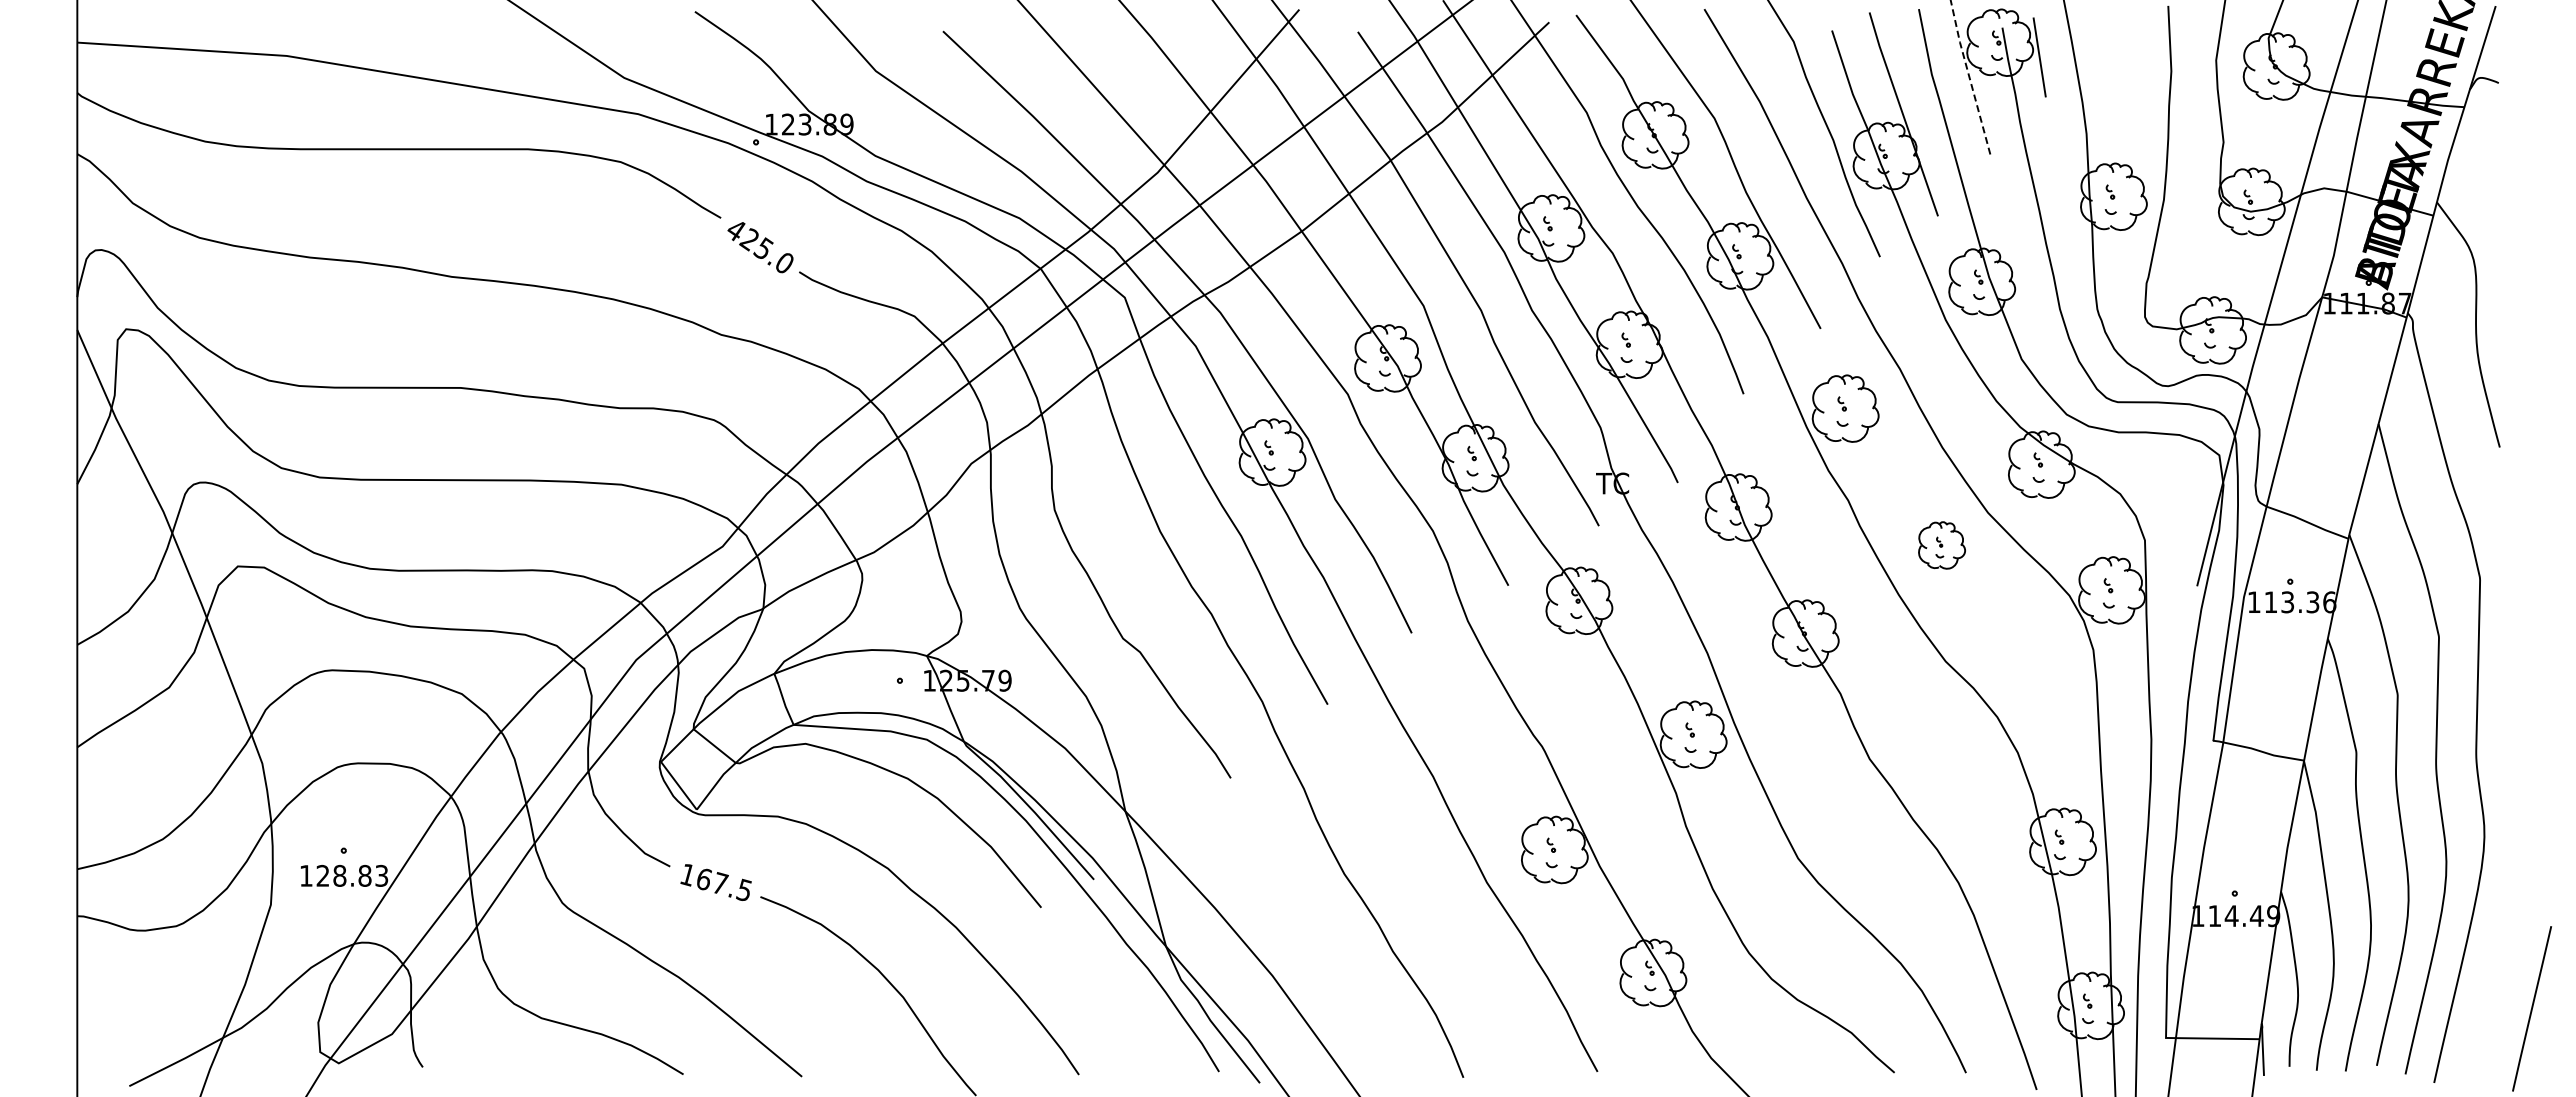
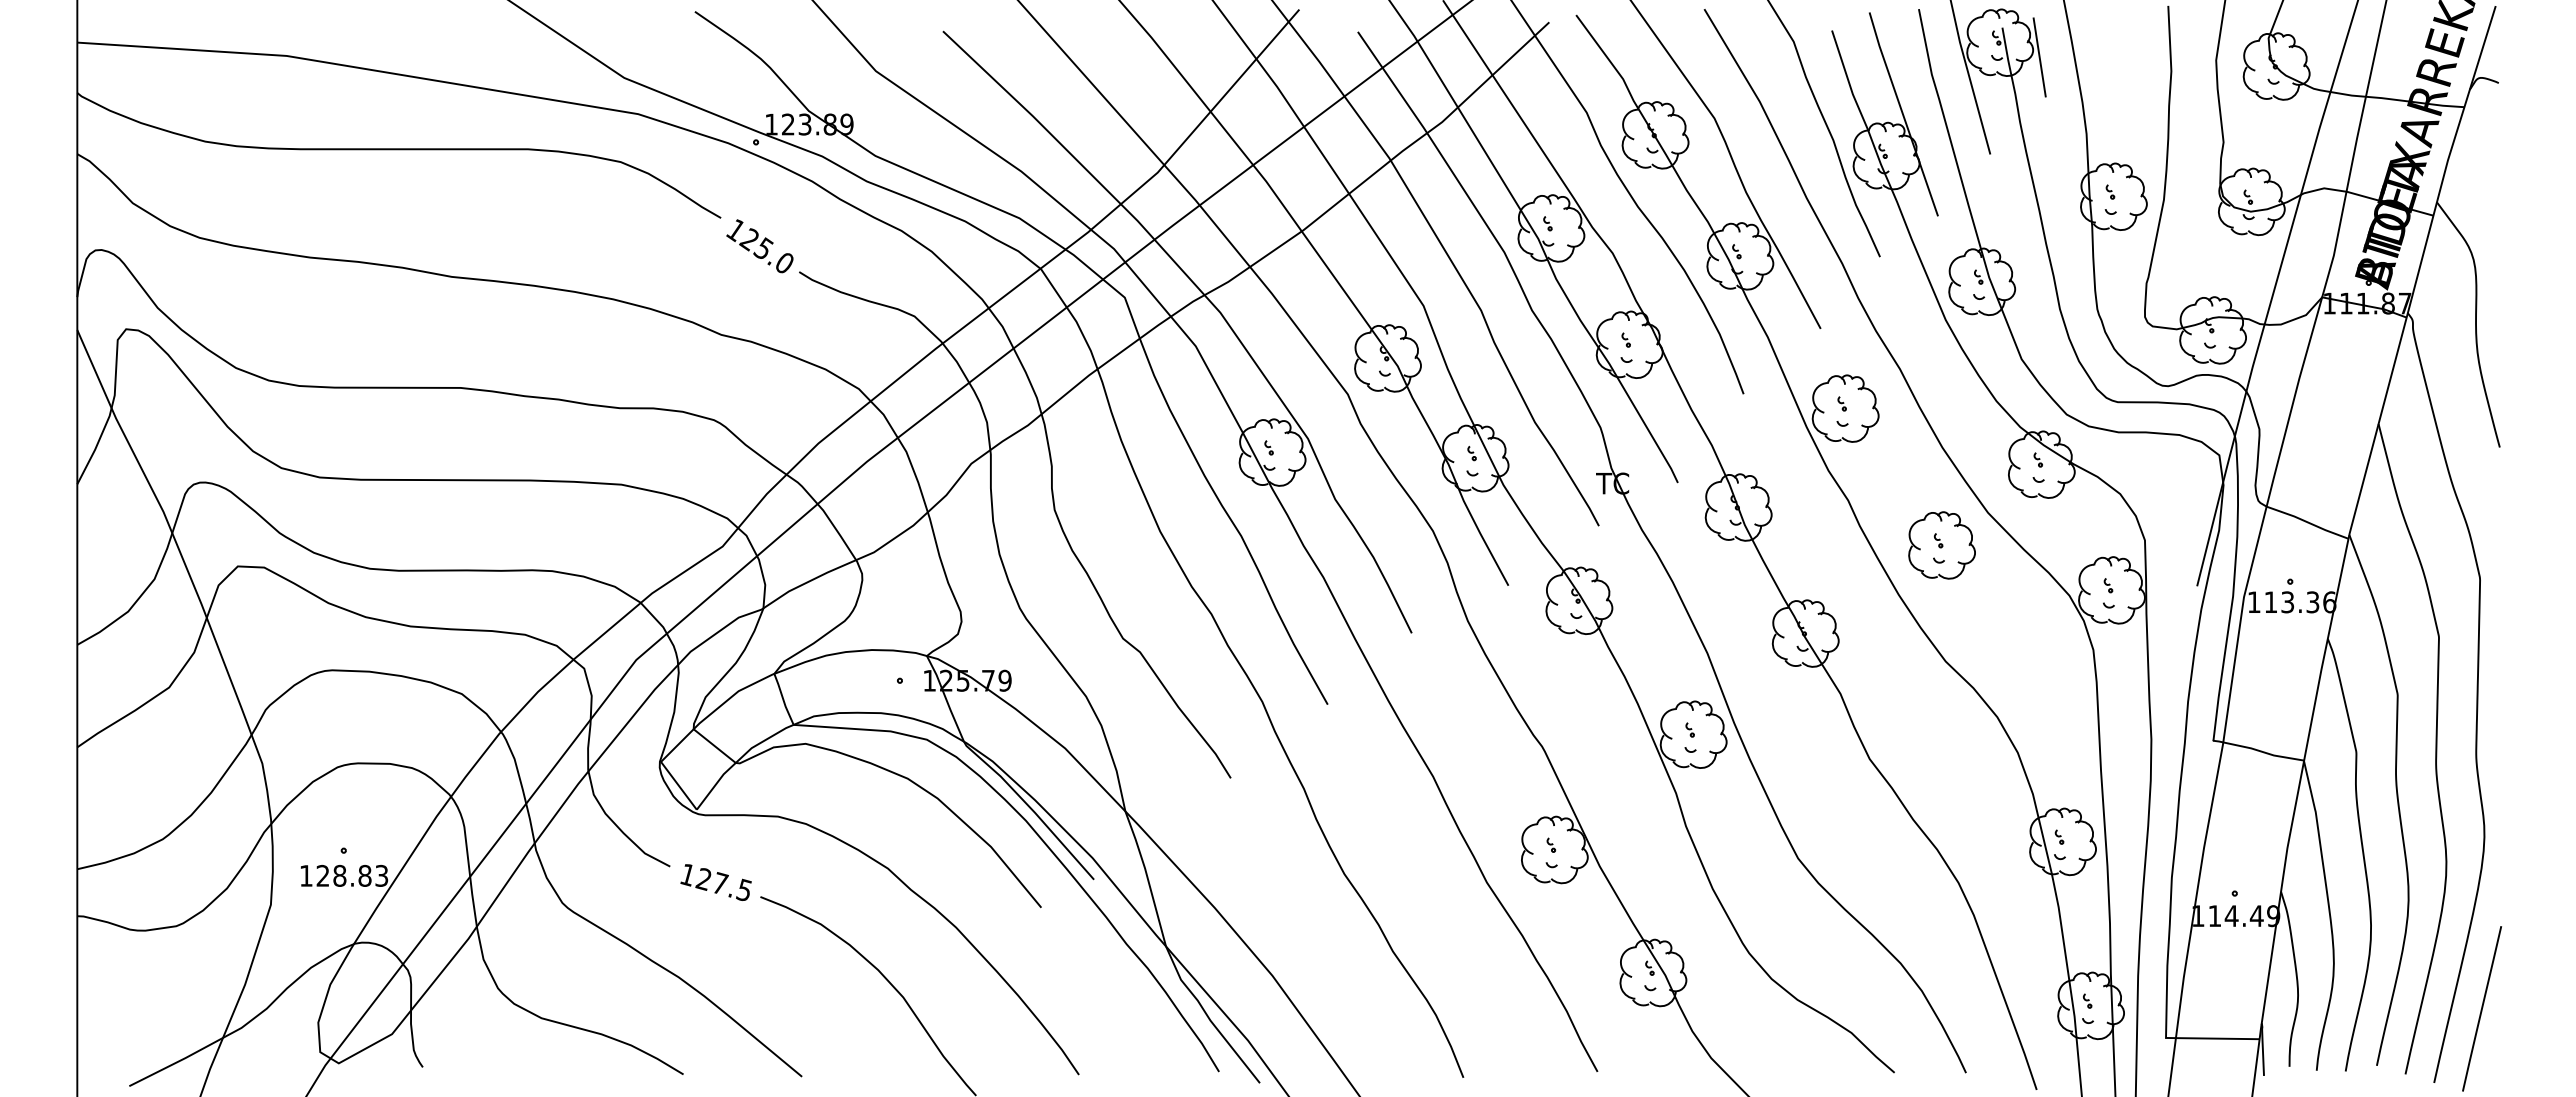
line at (1969, 76): dashed -> solid
text at (735, 230): 425.0 -> 125.0
part at (1941, 545) size: 48x49 px -> 68x69 px
text at (703, 879): 167.5 -> 127.5
line at (2532, 1008) position: (2532, 1008) -> (2482, 1008)
